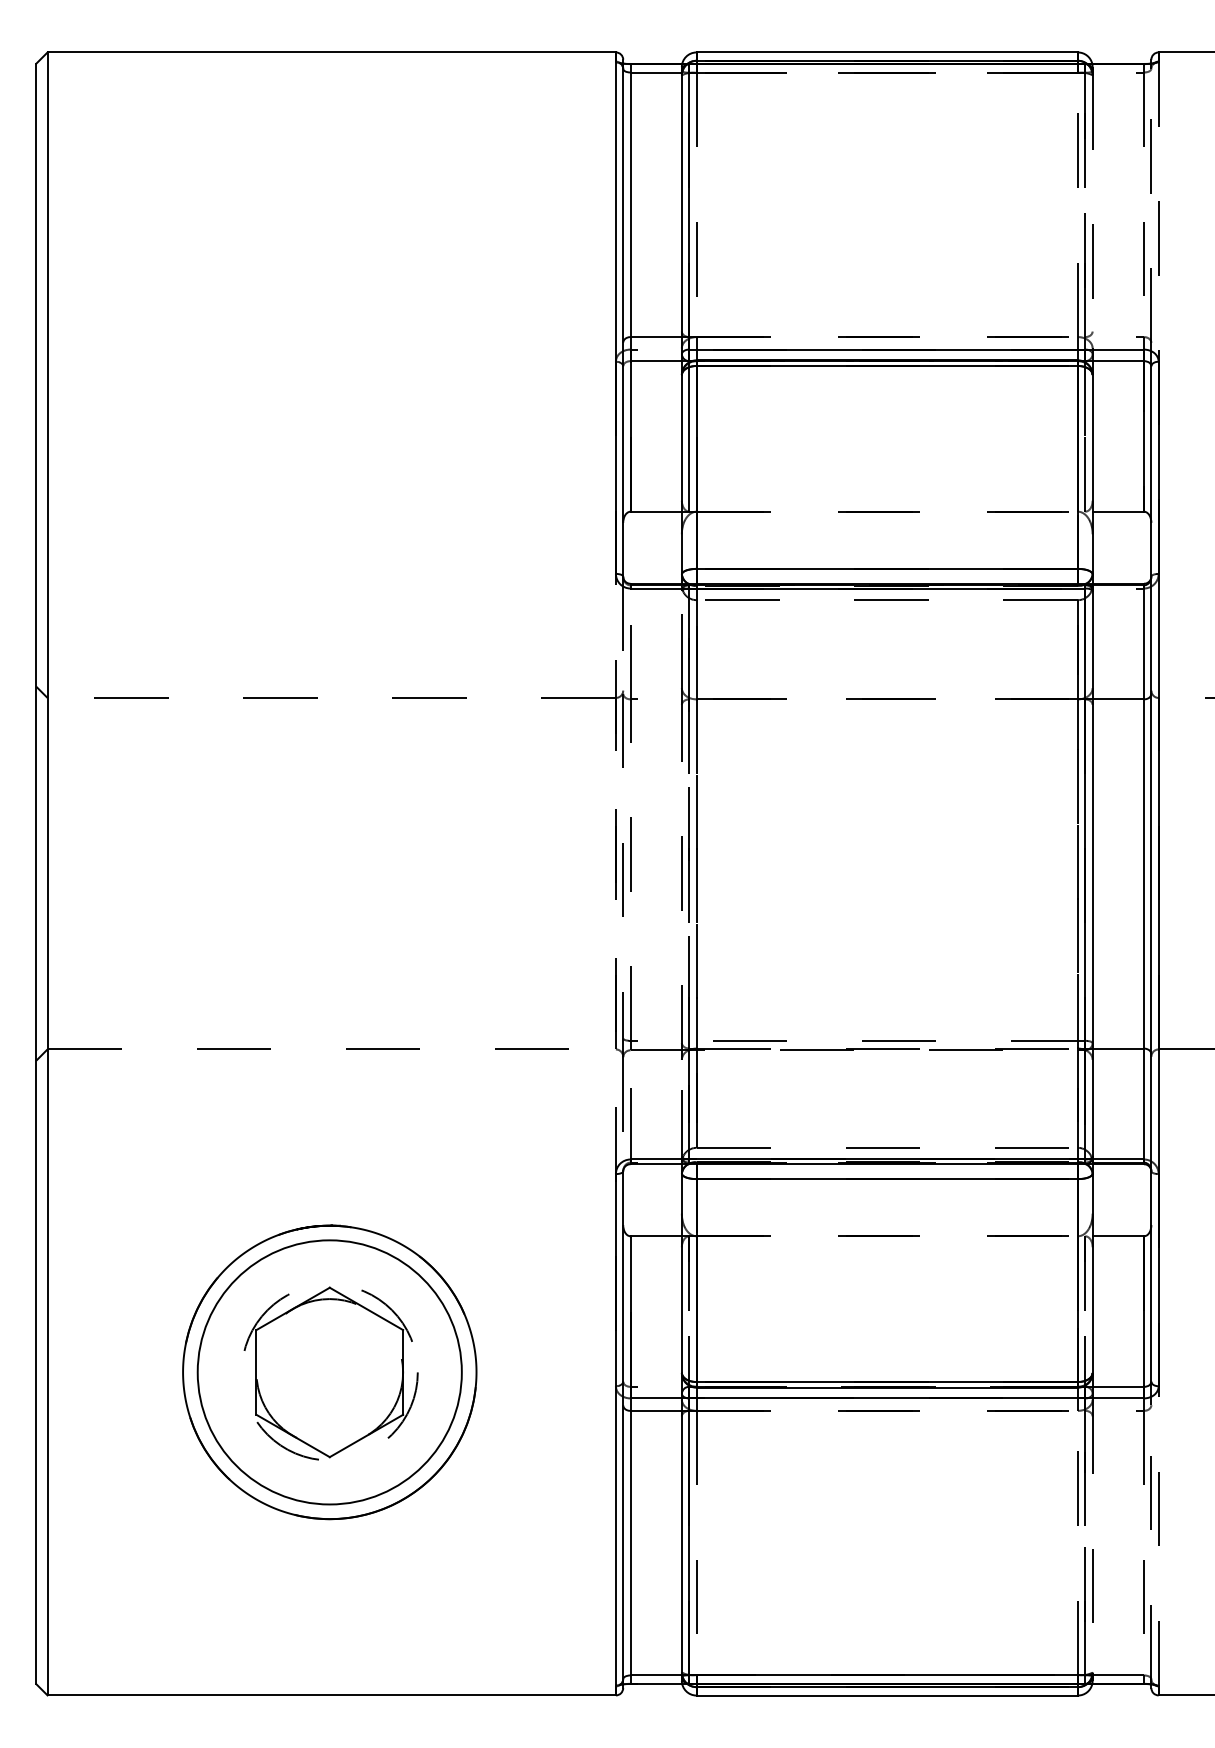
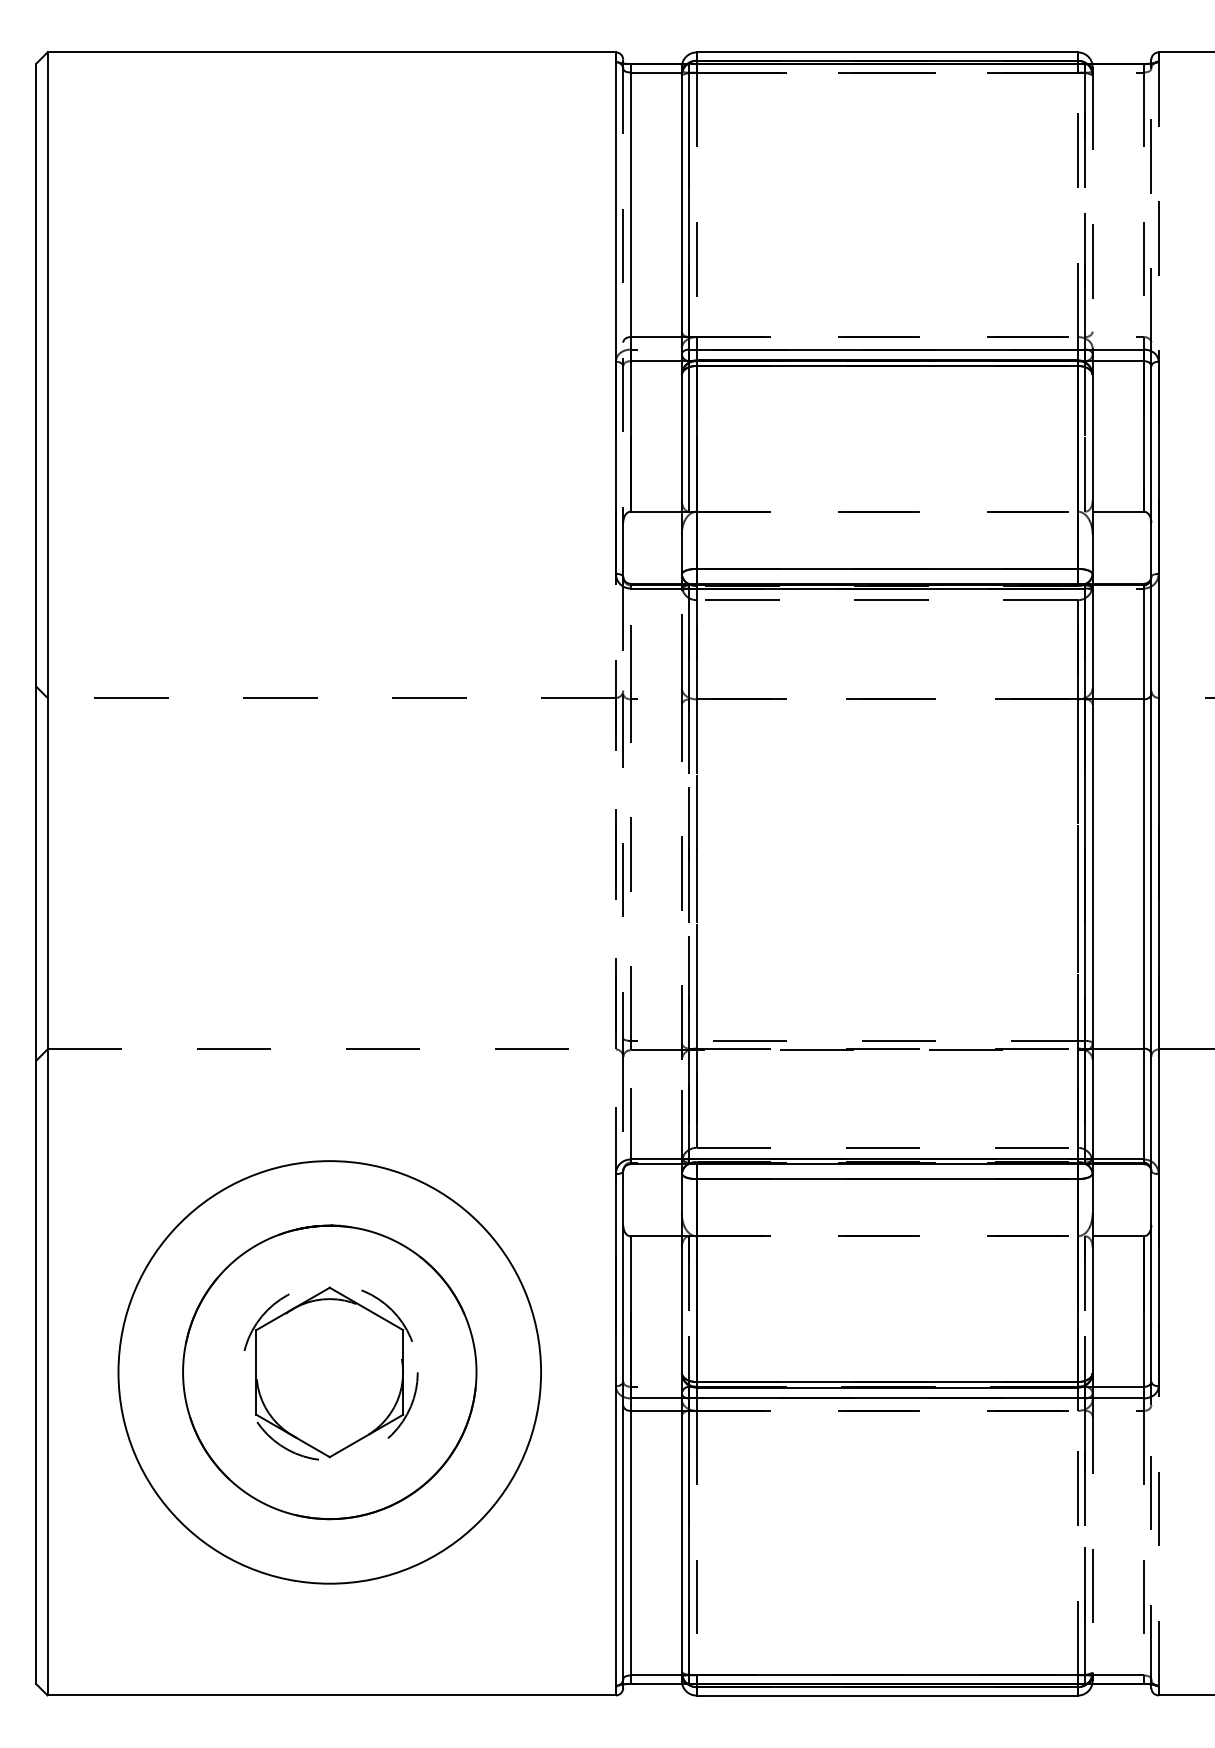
line at (623, 318): solid -> dashed
circle at (329, 1372) diameter: 264 px -> 423 px
